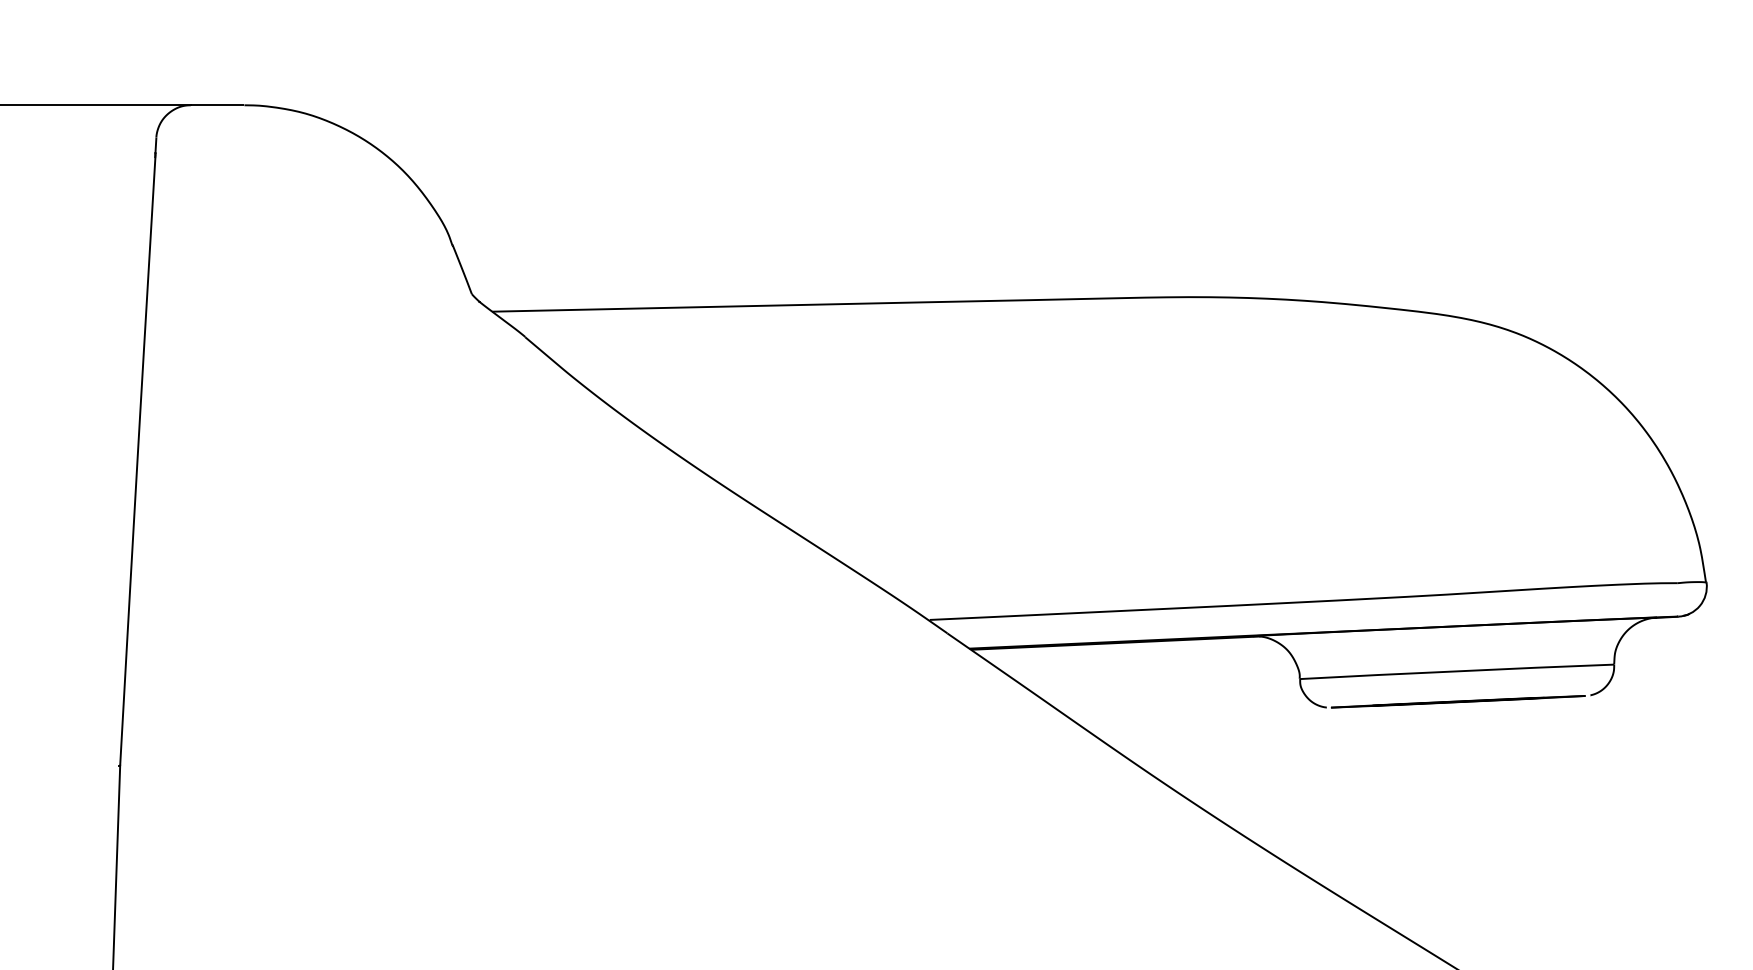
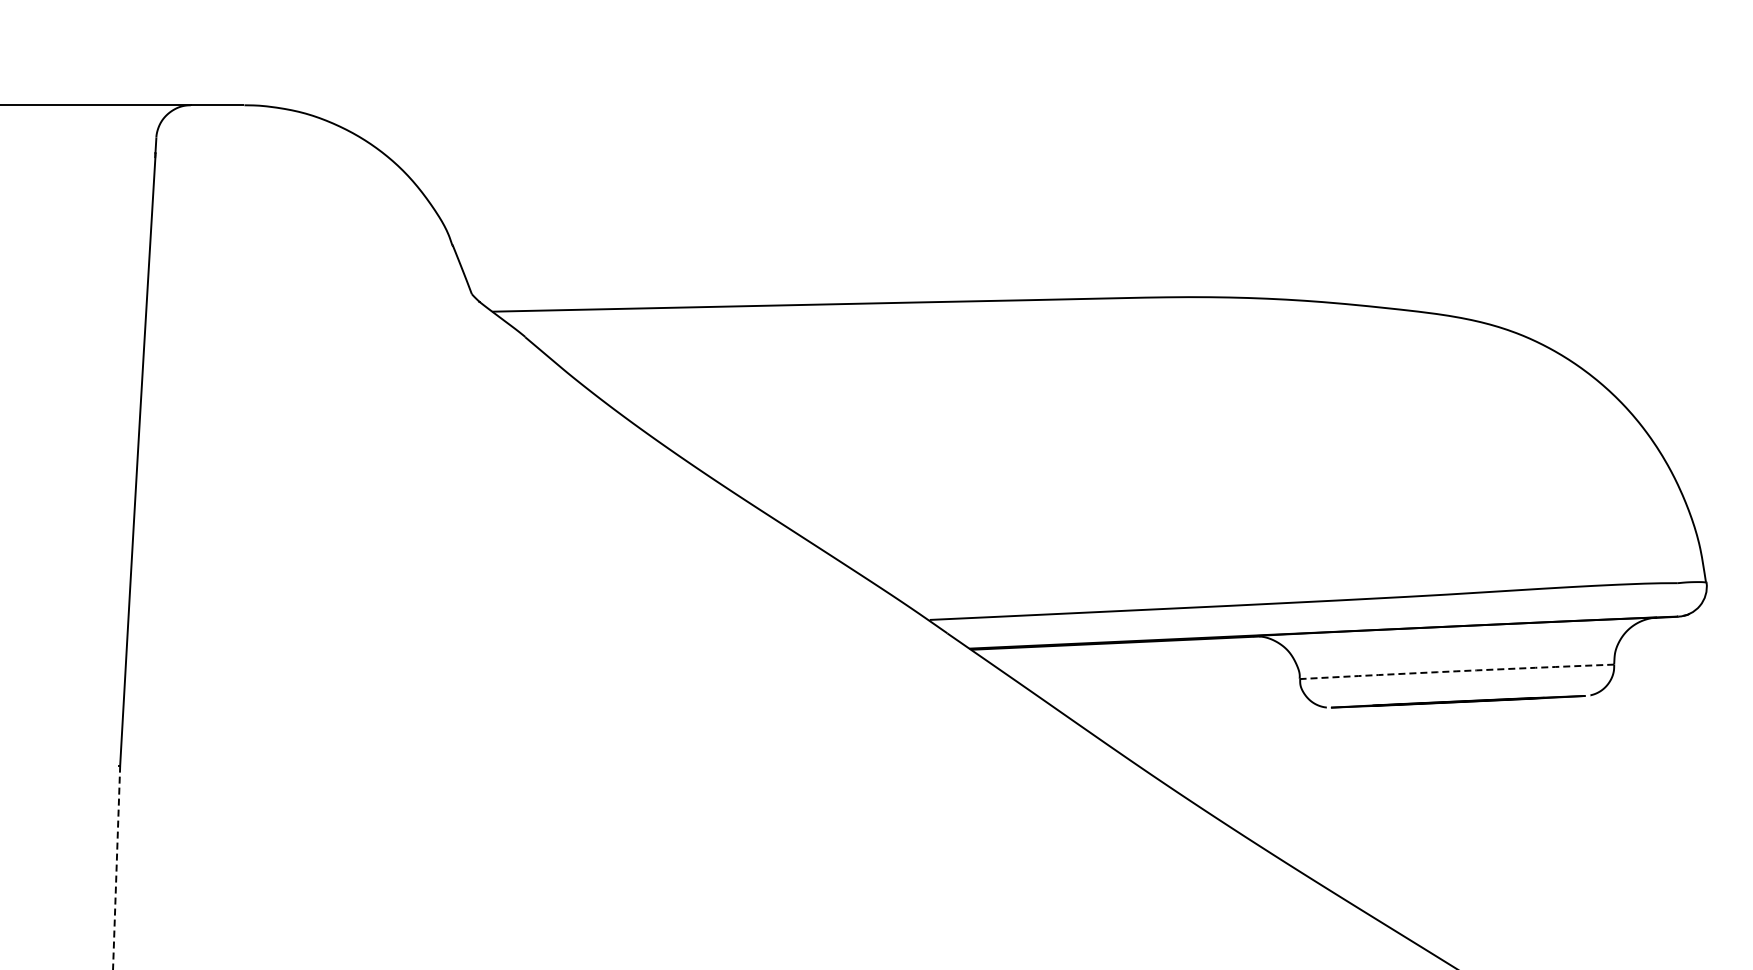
arc at (1456, 671): solid -> dashed
line at (116, 867): solid -> dashed
